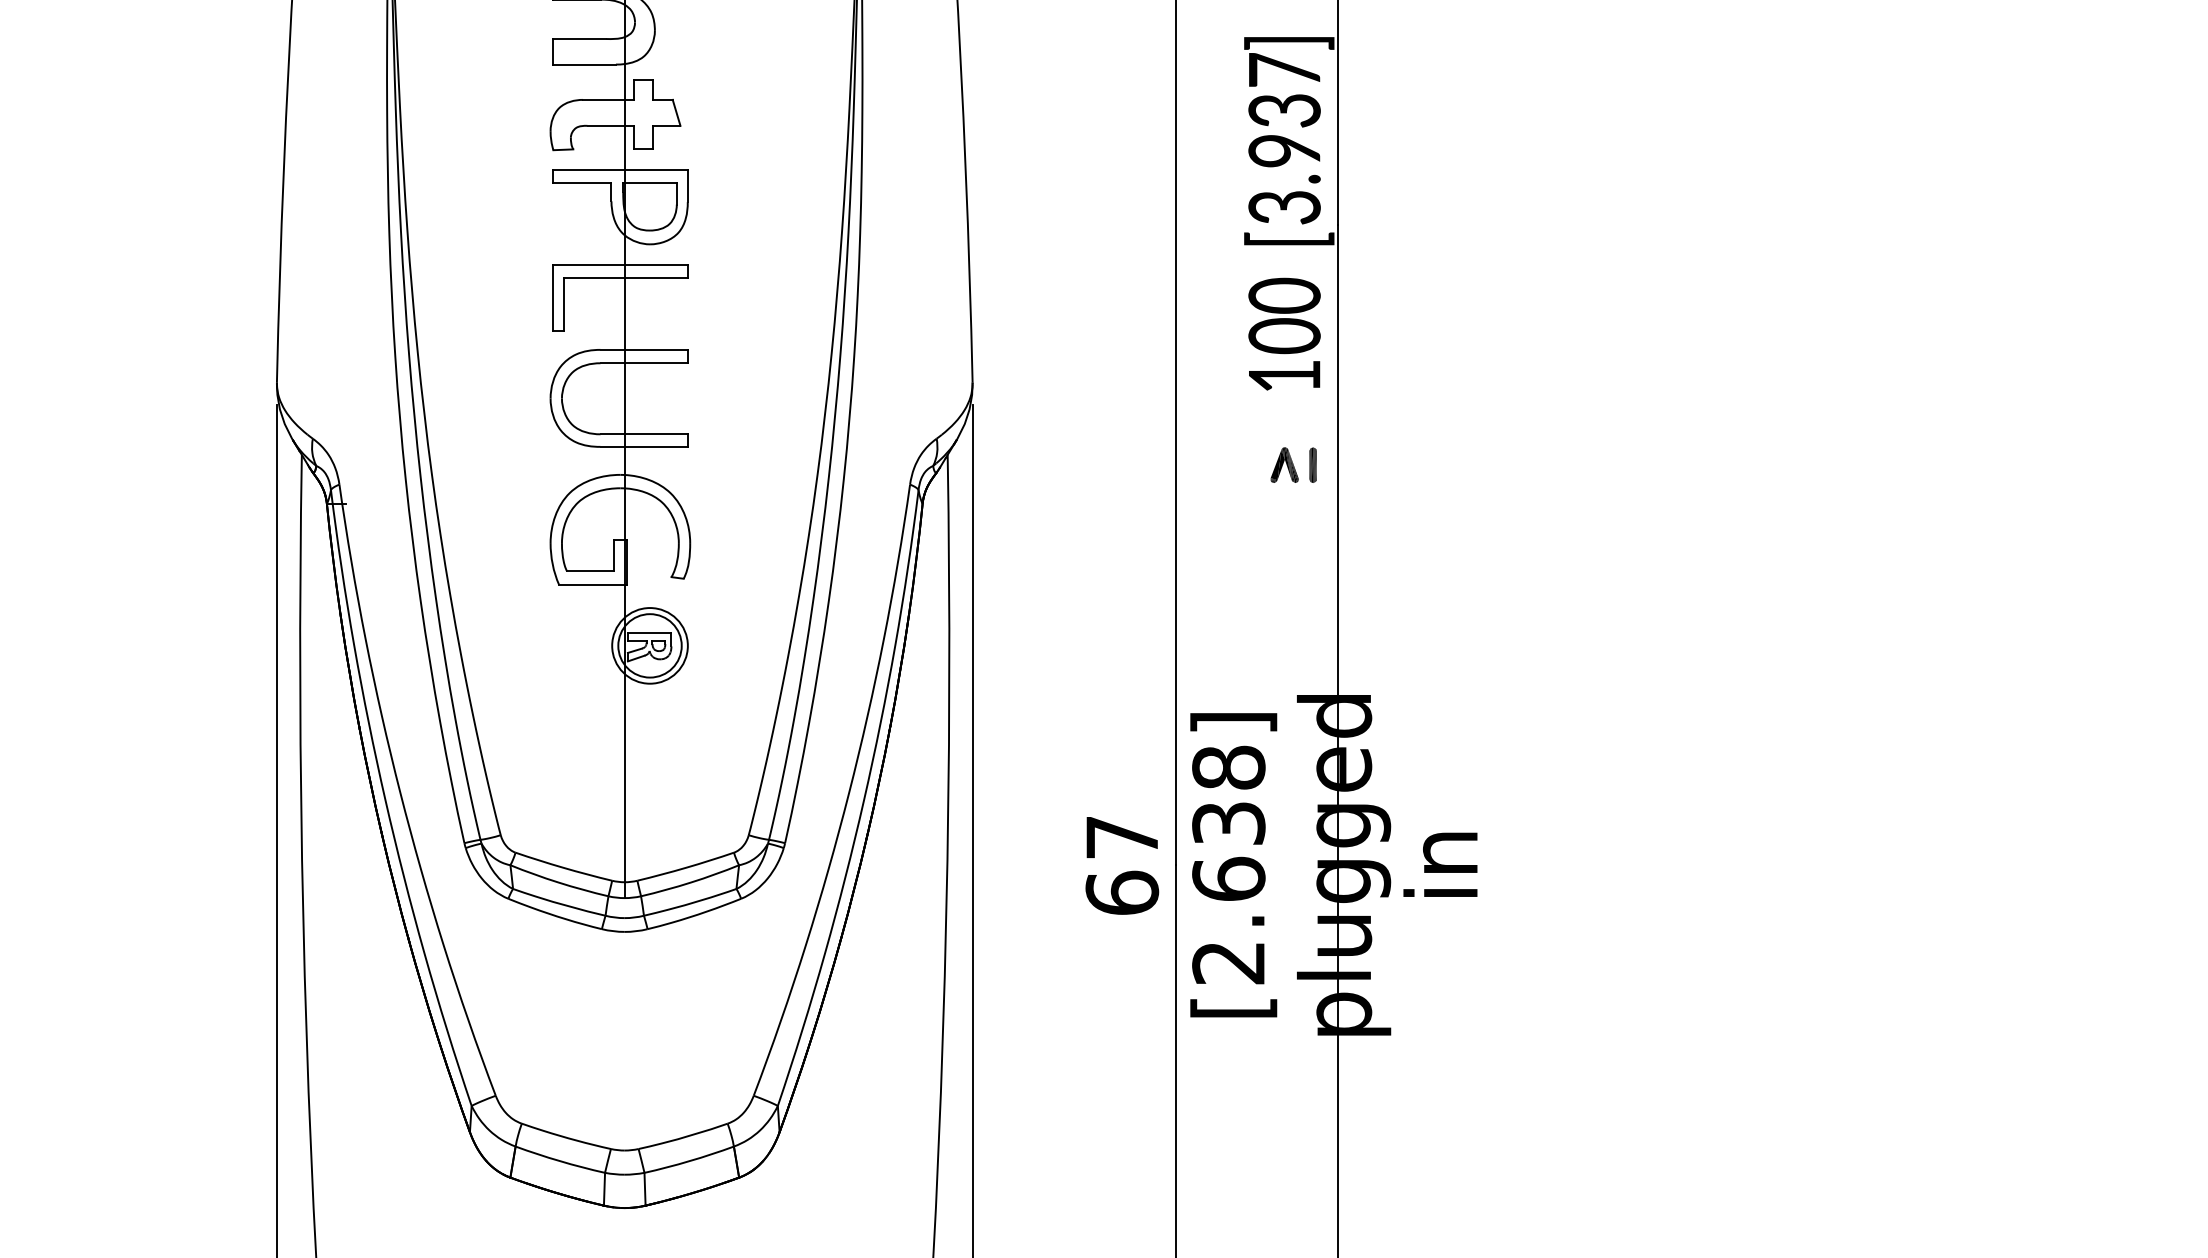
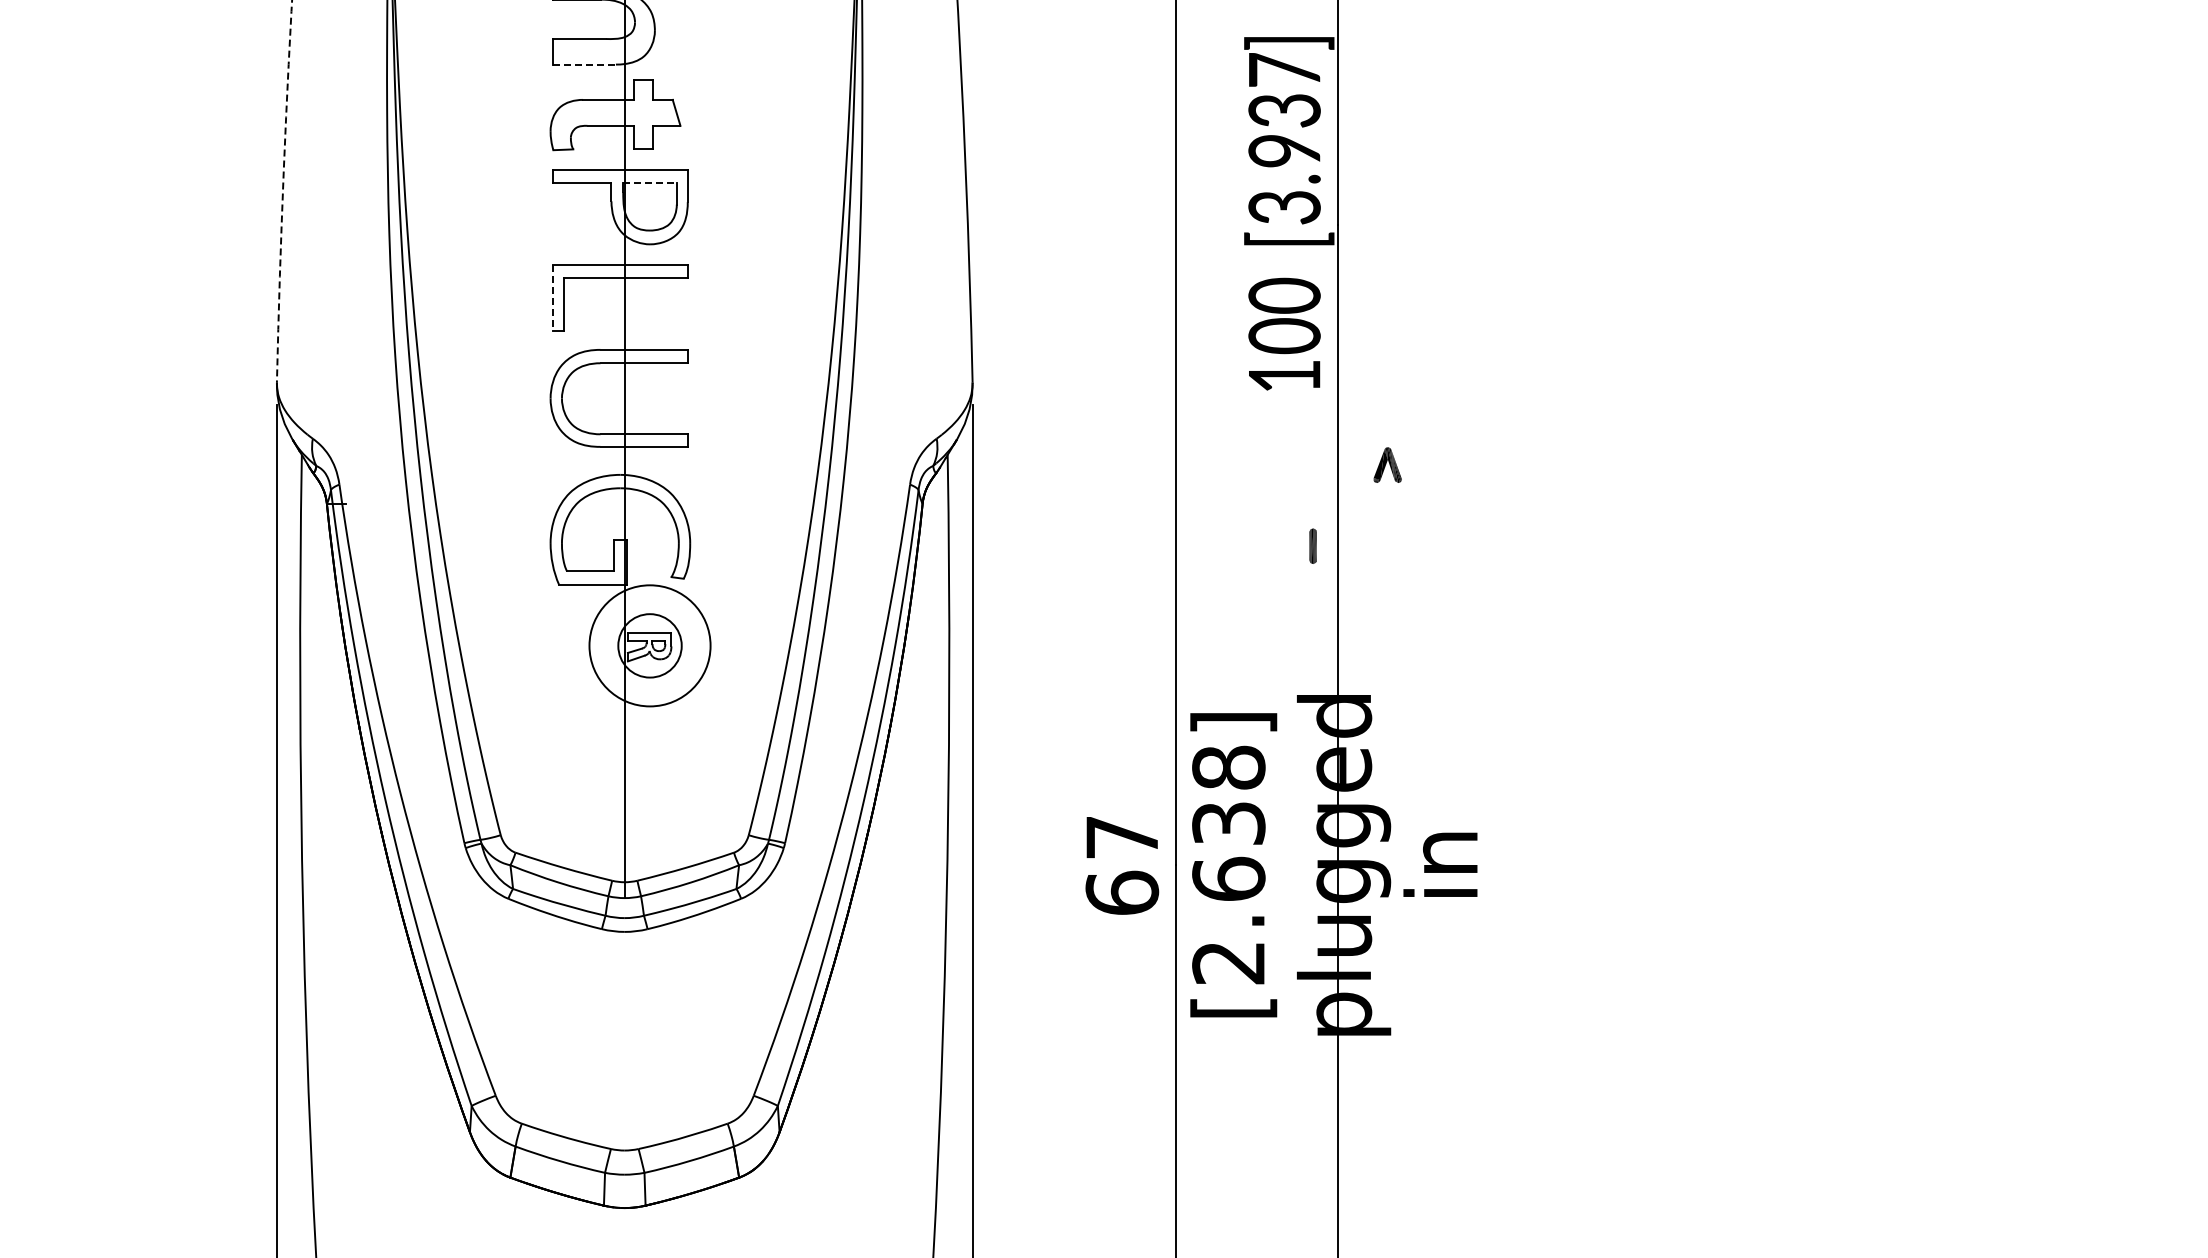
line at (585, 64): solid -> dashed
line at (650, 182): solid -> dashed
arc at (283, 191): solid -> dashed
line at (553, 298): solid -> dashed
part at (1284, 464) position: (1284, 464) -> (1387, 464)
part at (1312, 464) position: (1312, 464) -> (1312, 545)
circle at (649, 645) diameter: 76 px -> 121 px
